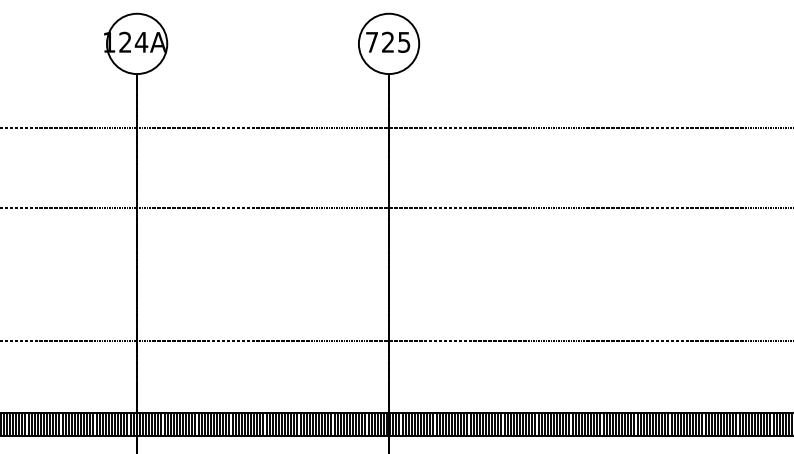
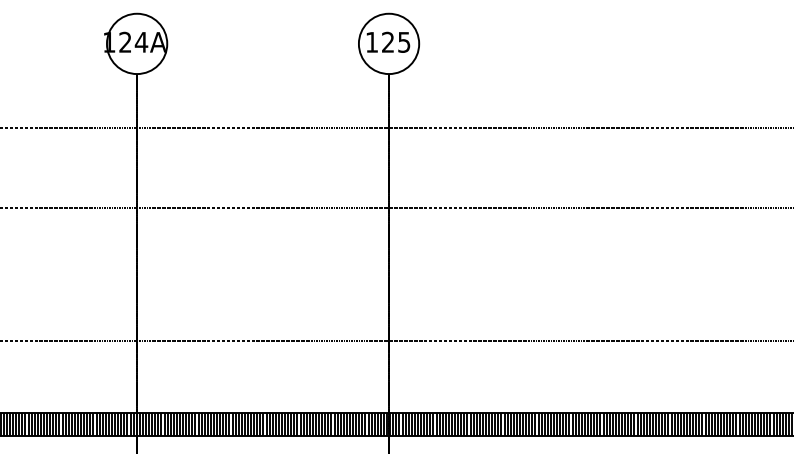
text at (371, 42): 725 -> 125
